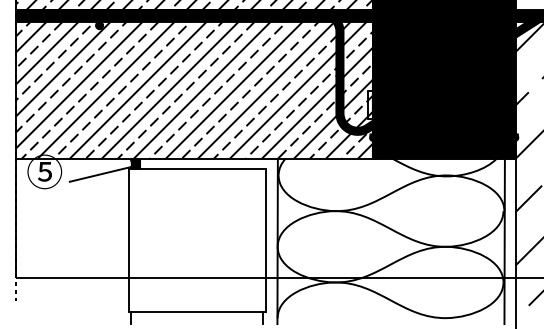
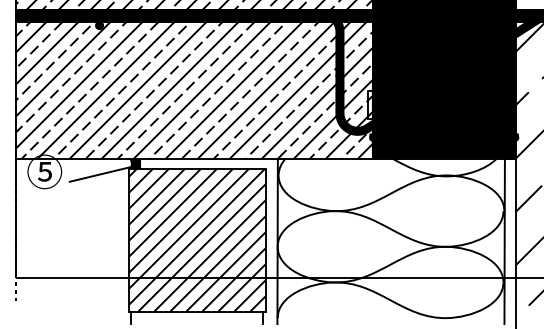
hatch at (197, 240): none -> present
